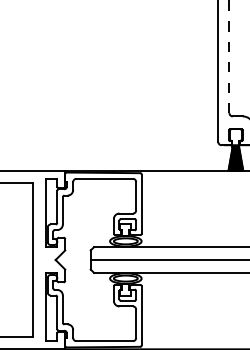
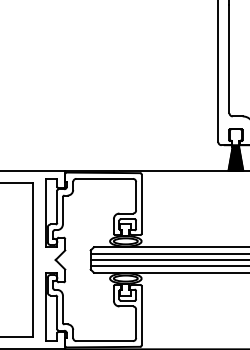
line at (229, 58): dashed -> solid
line at (168, 253): none -> present
line at (168, 266): none -> present
